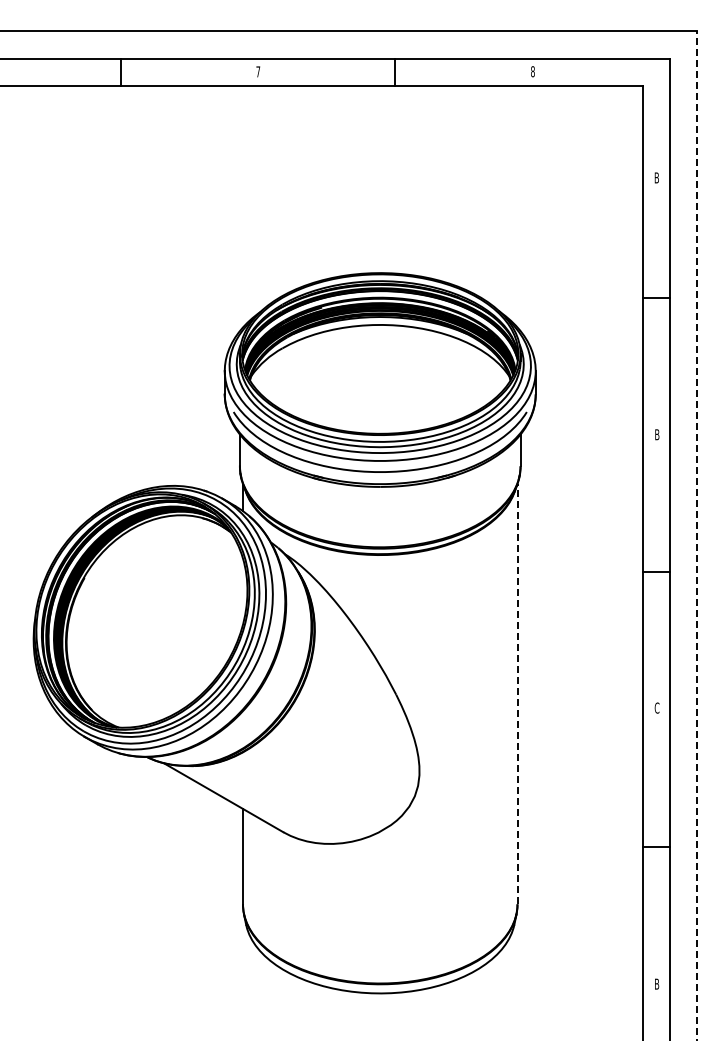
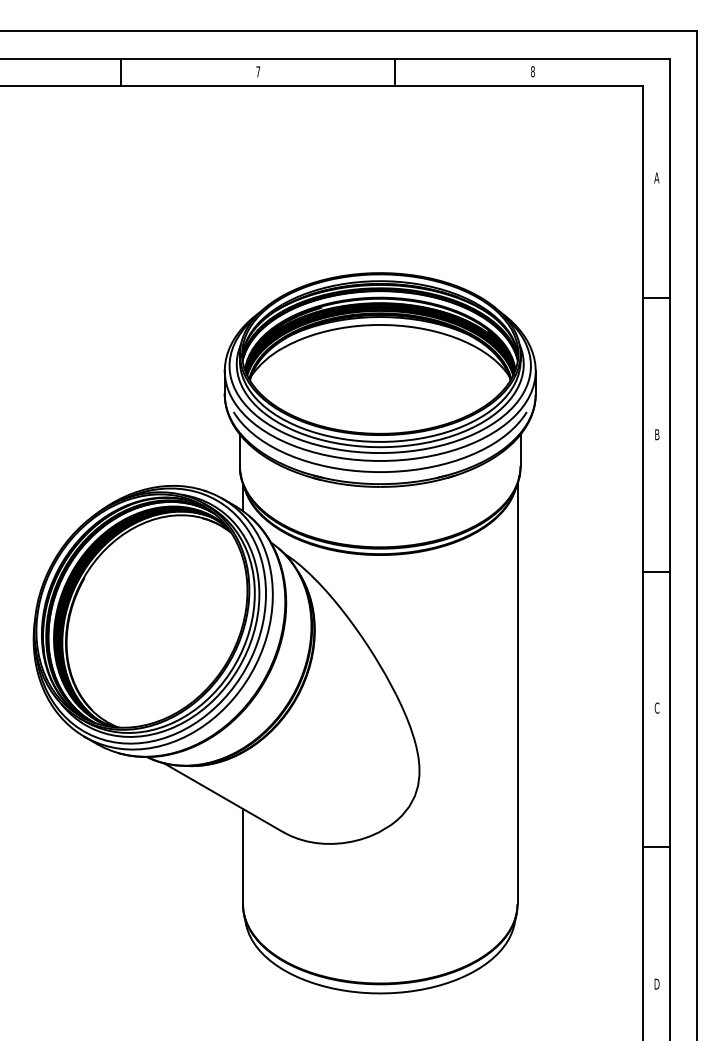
text at (656, 177): B -> A
line at (697, 535): dashed -> solid
line at (517, 693): dashed -> solid
text at (656, 983): B -> D
